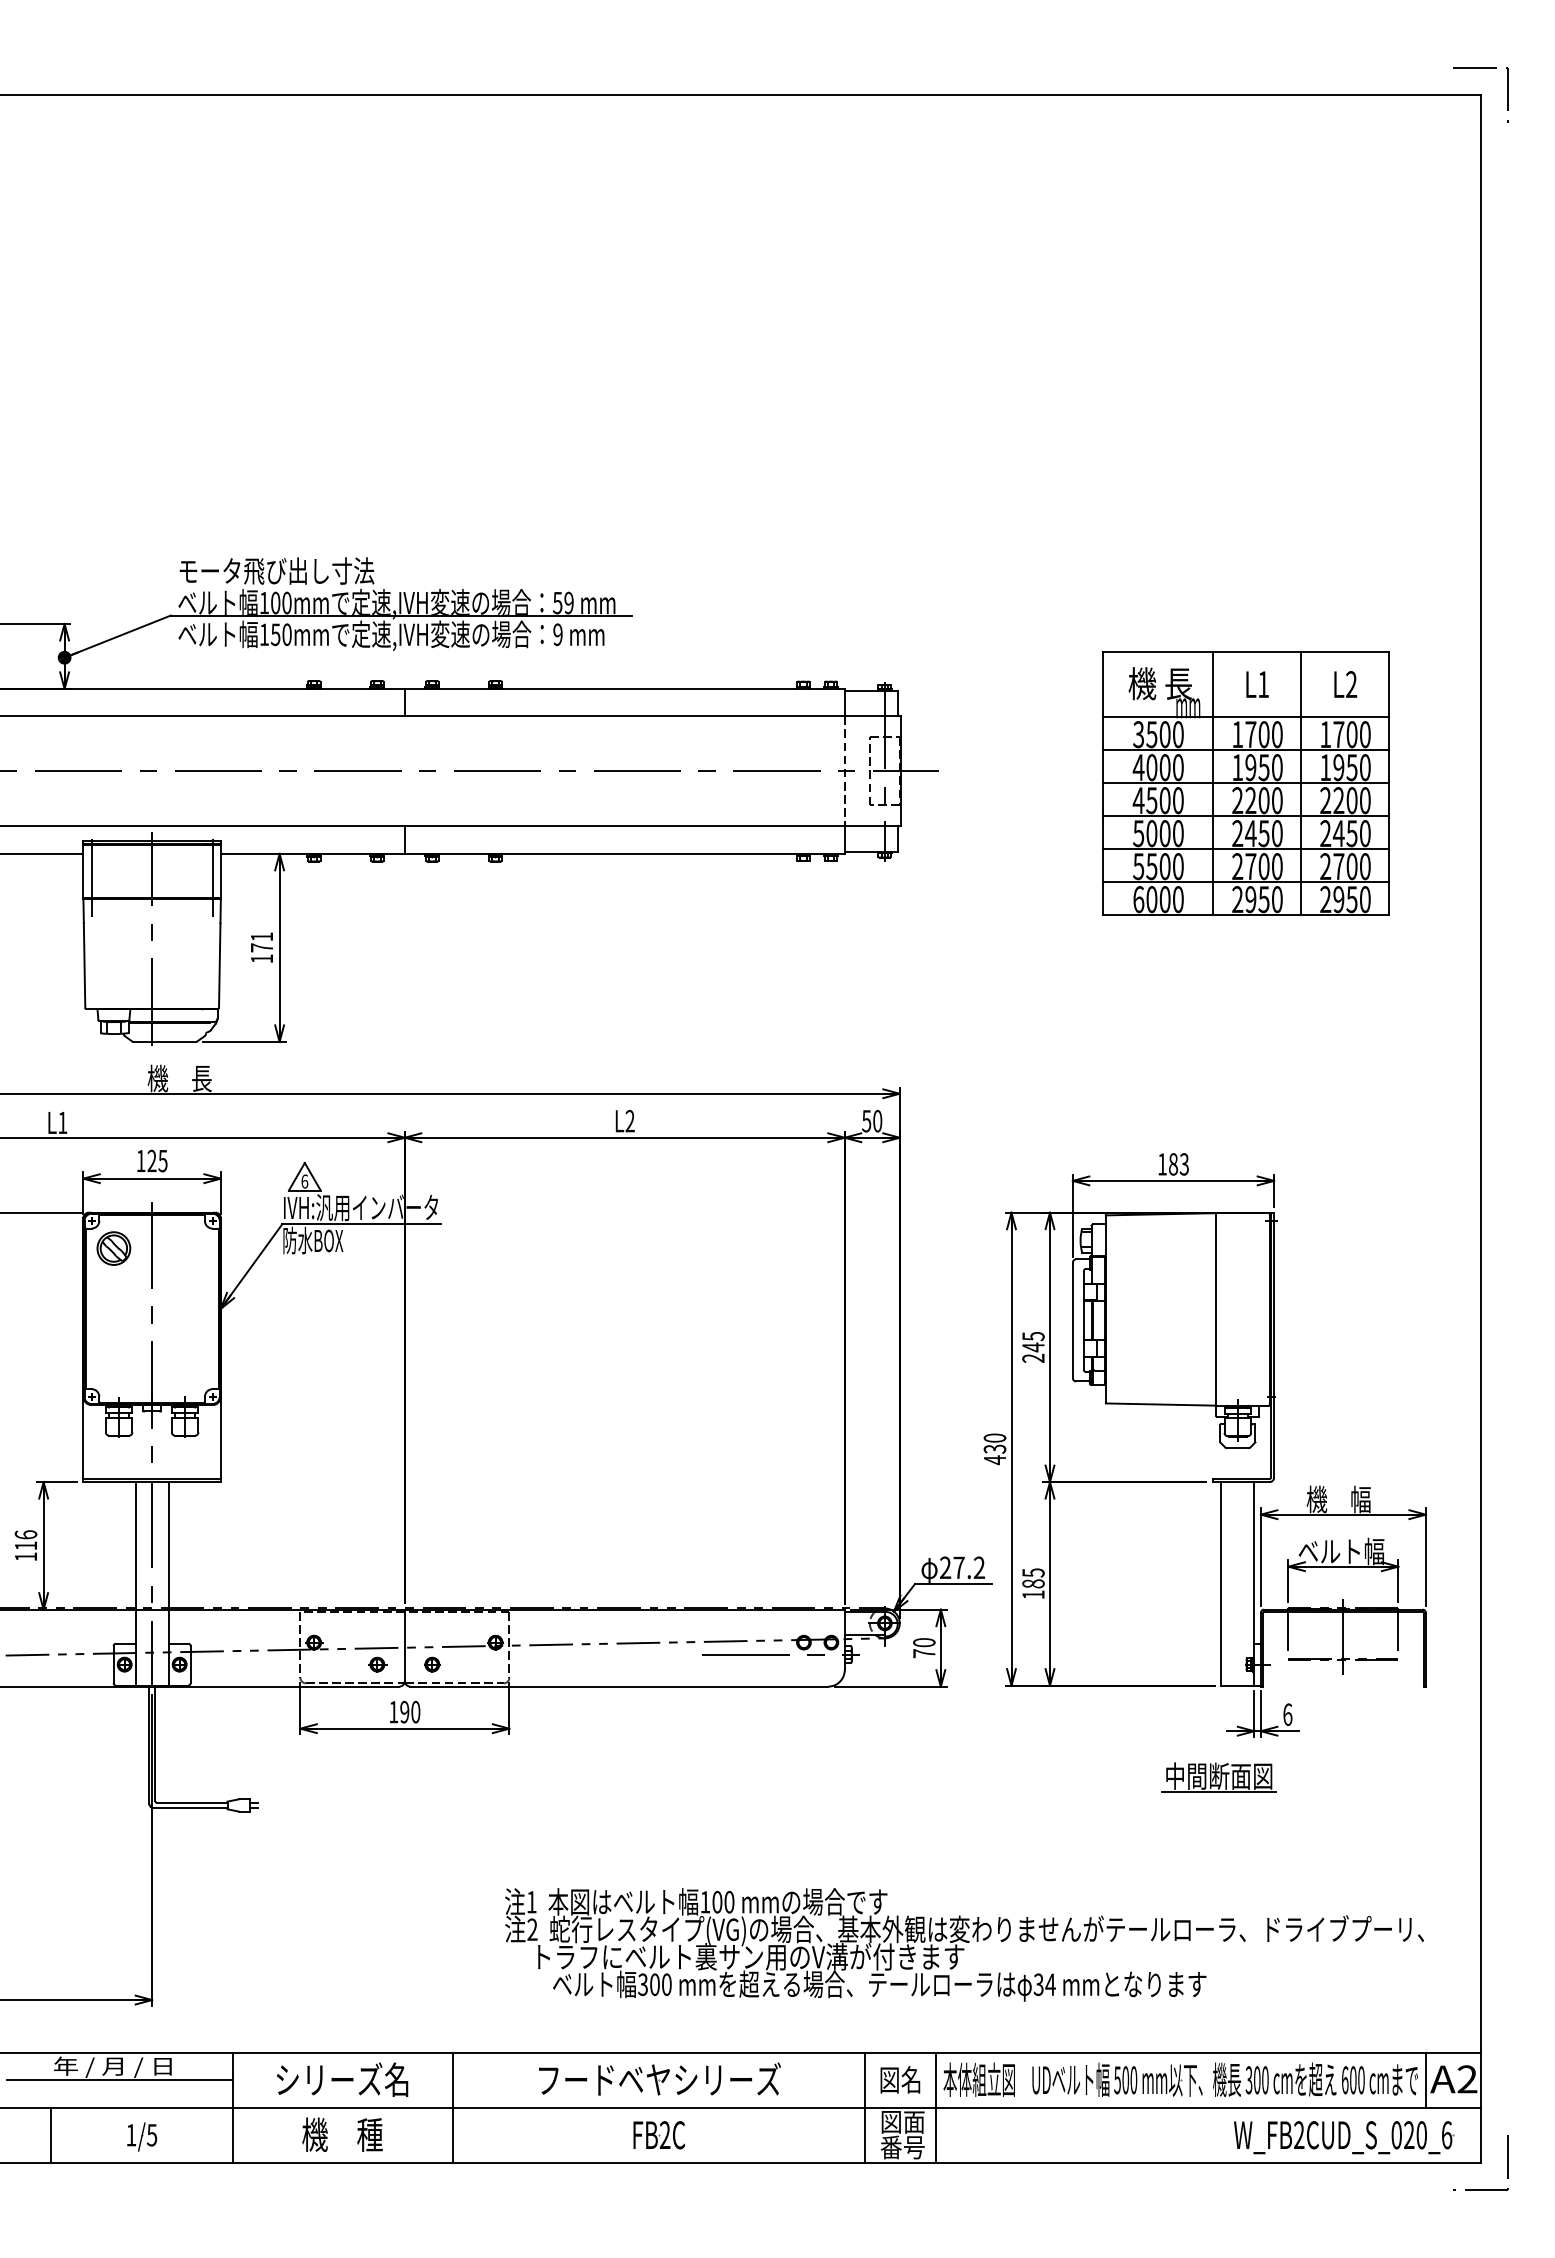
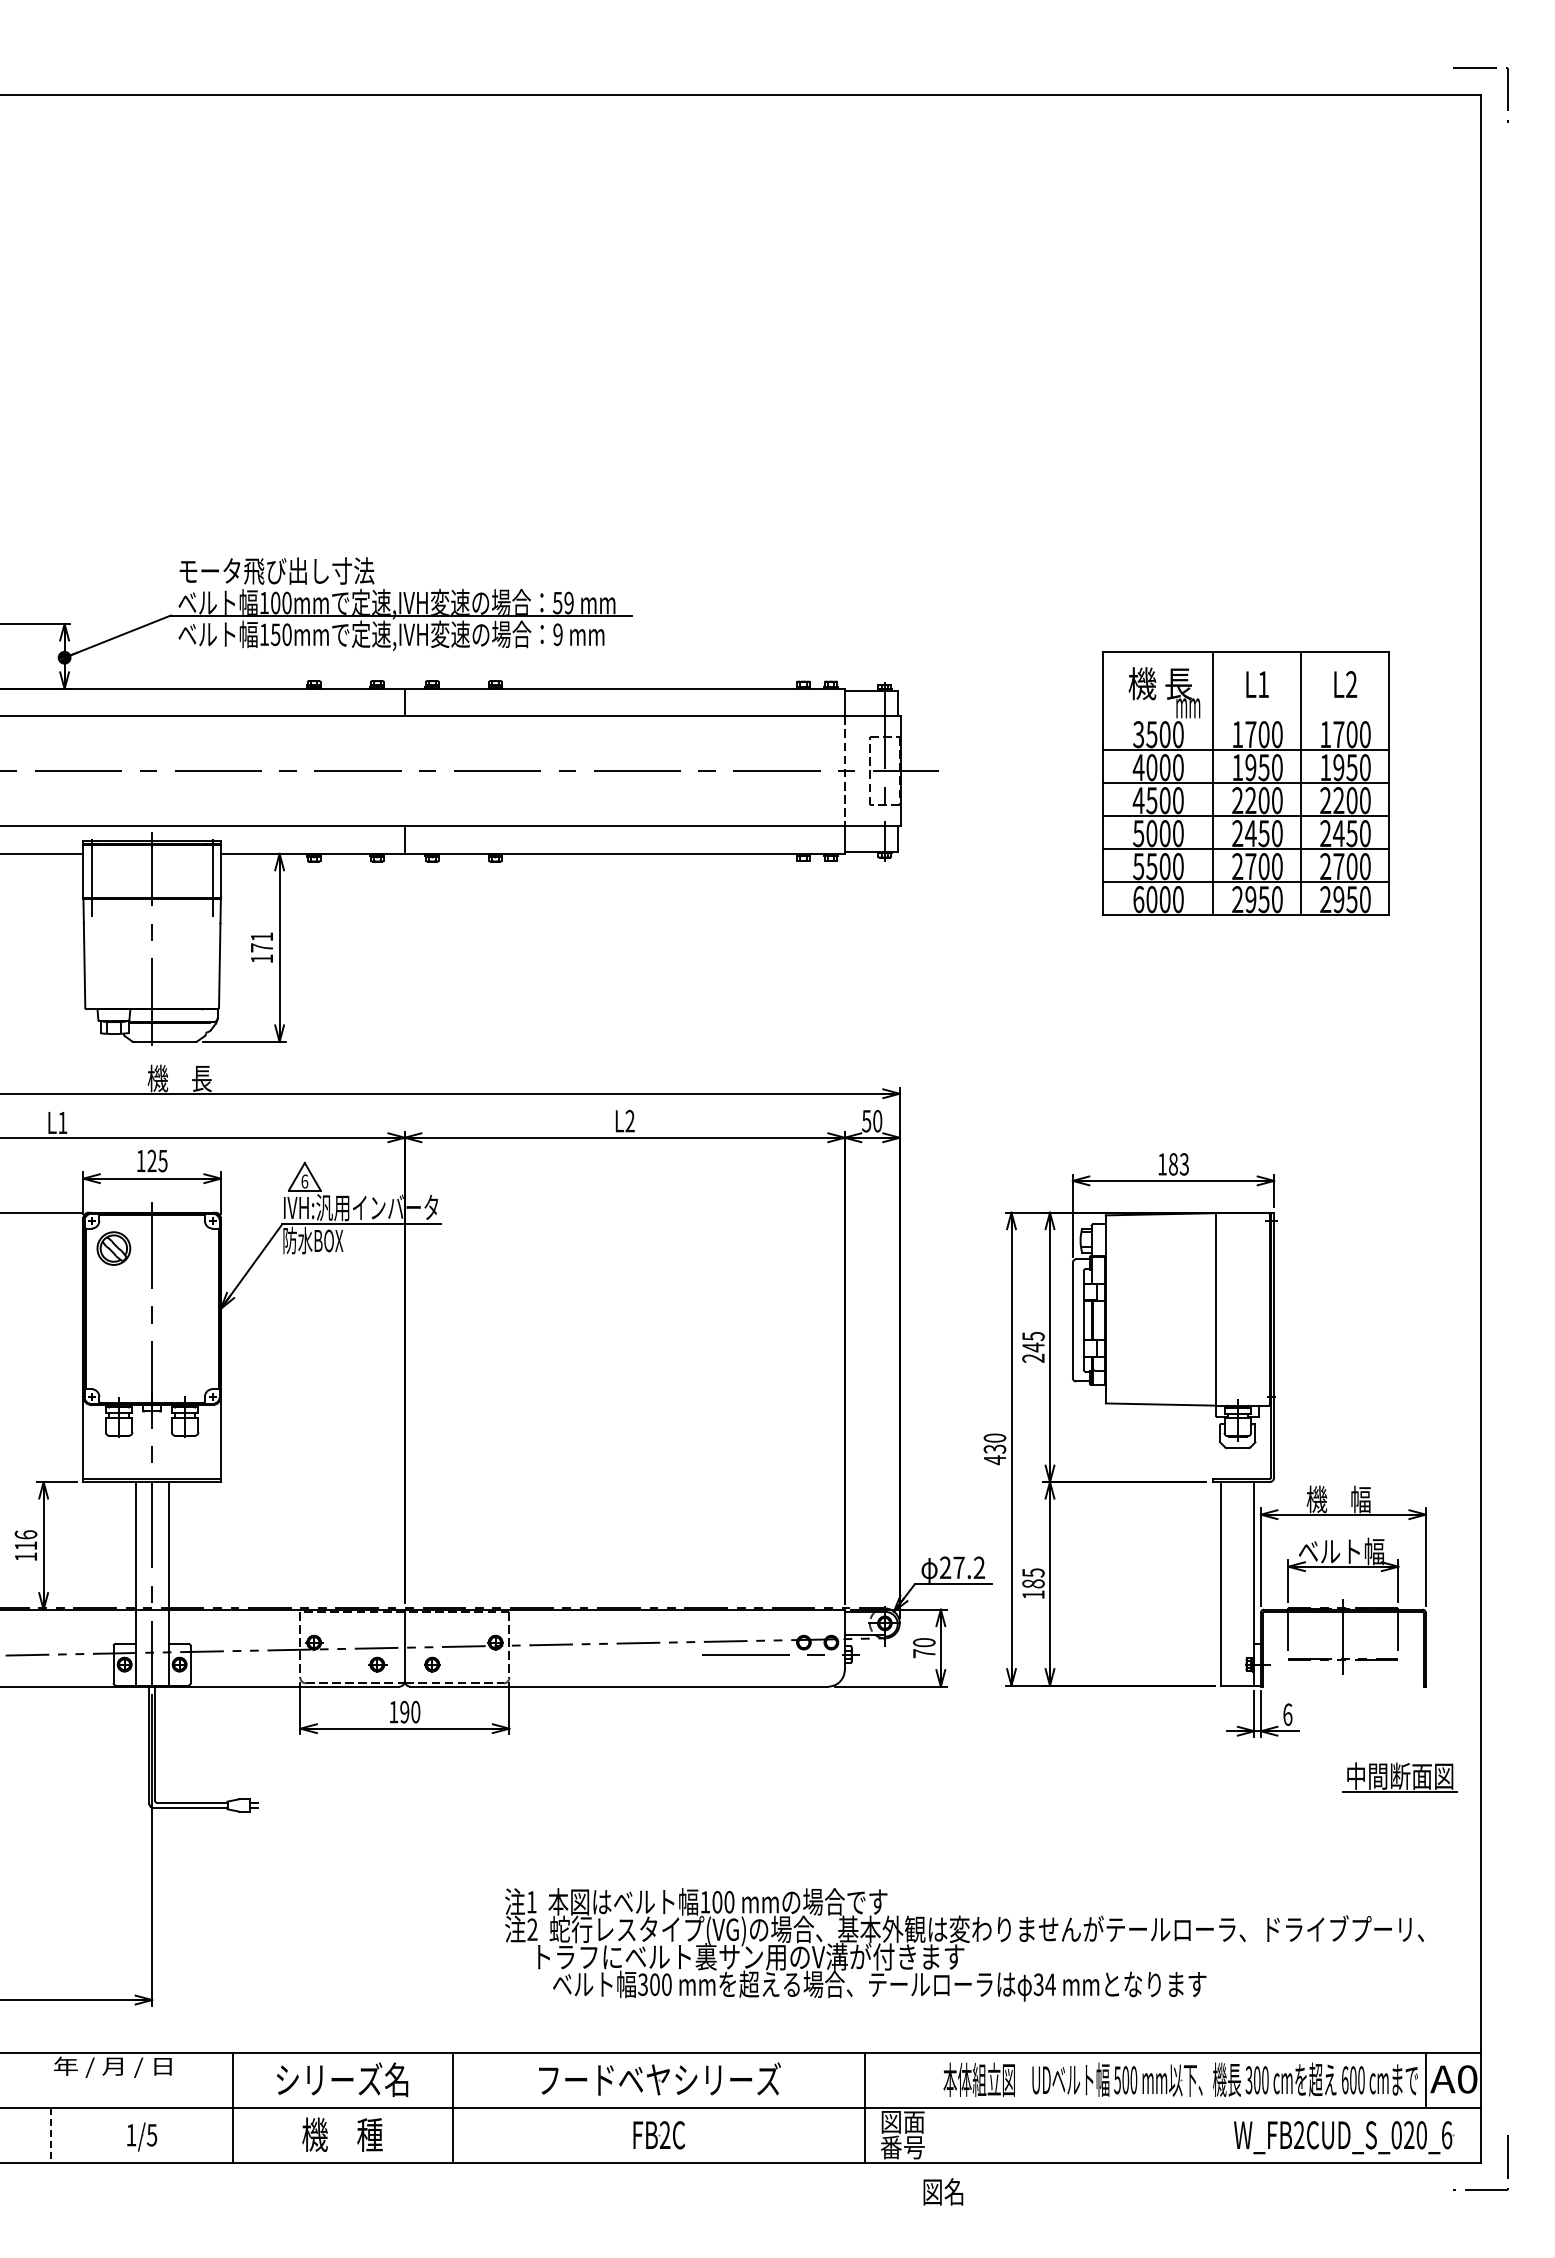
line at (1245, 717): present -> none
part at (1218, 1777) position: (1218, 1777) -> (1399, 1777)
text at (900, 2079) position: (900, 2079) -> (943, 2191)
text at (1467, 2079): A2 -> A0
line at (119, 2080): present -> none
line at (936, 2107): present -> none
line at (51, 2135): solid -> dashed
